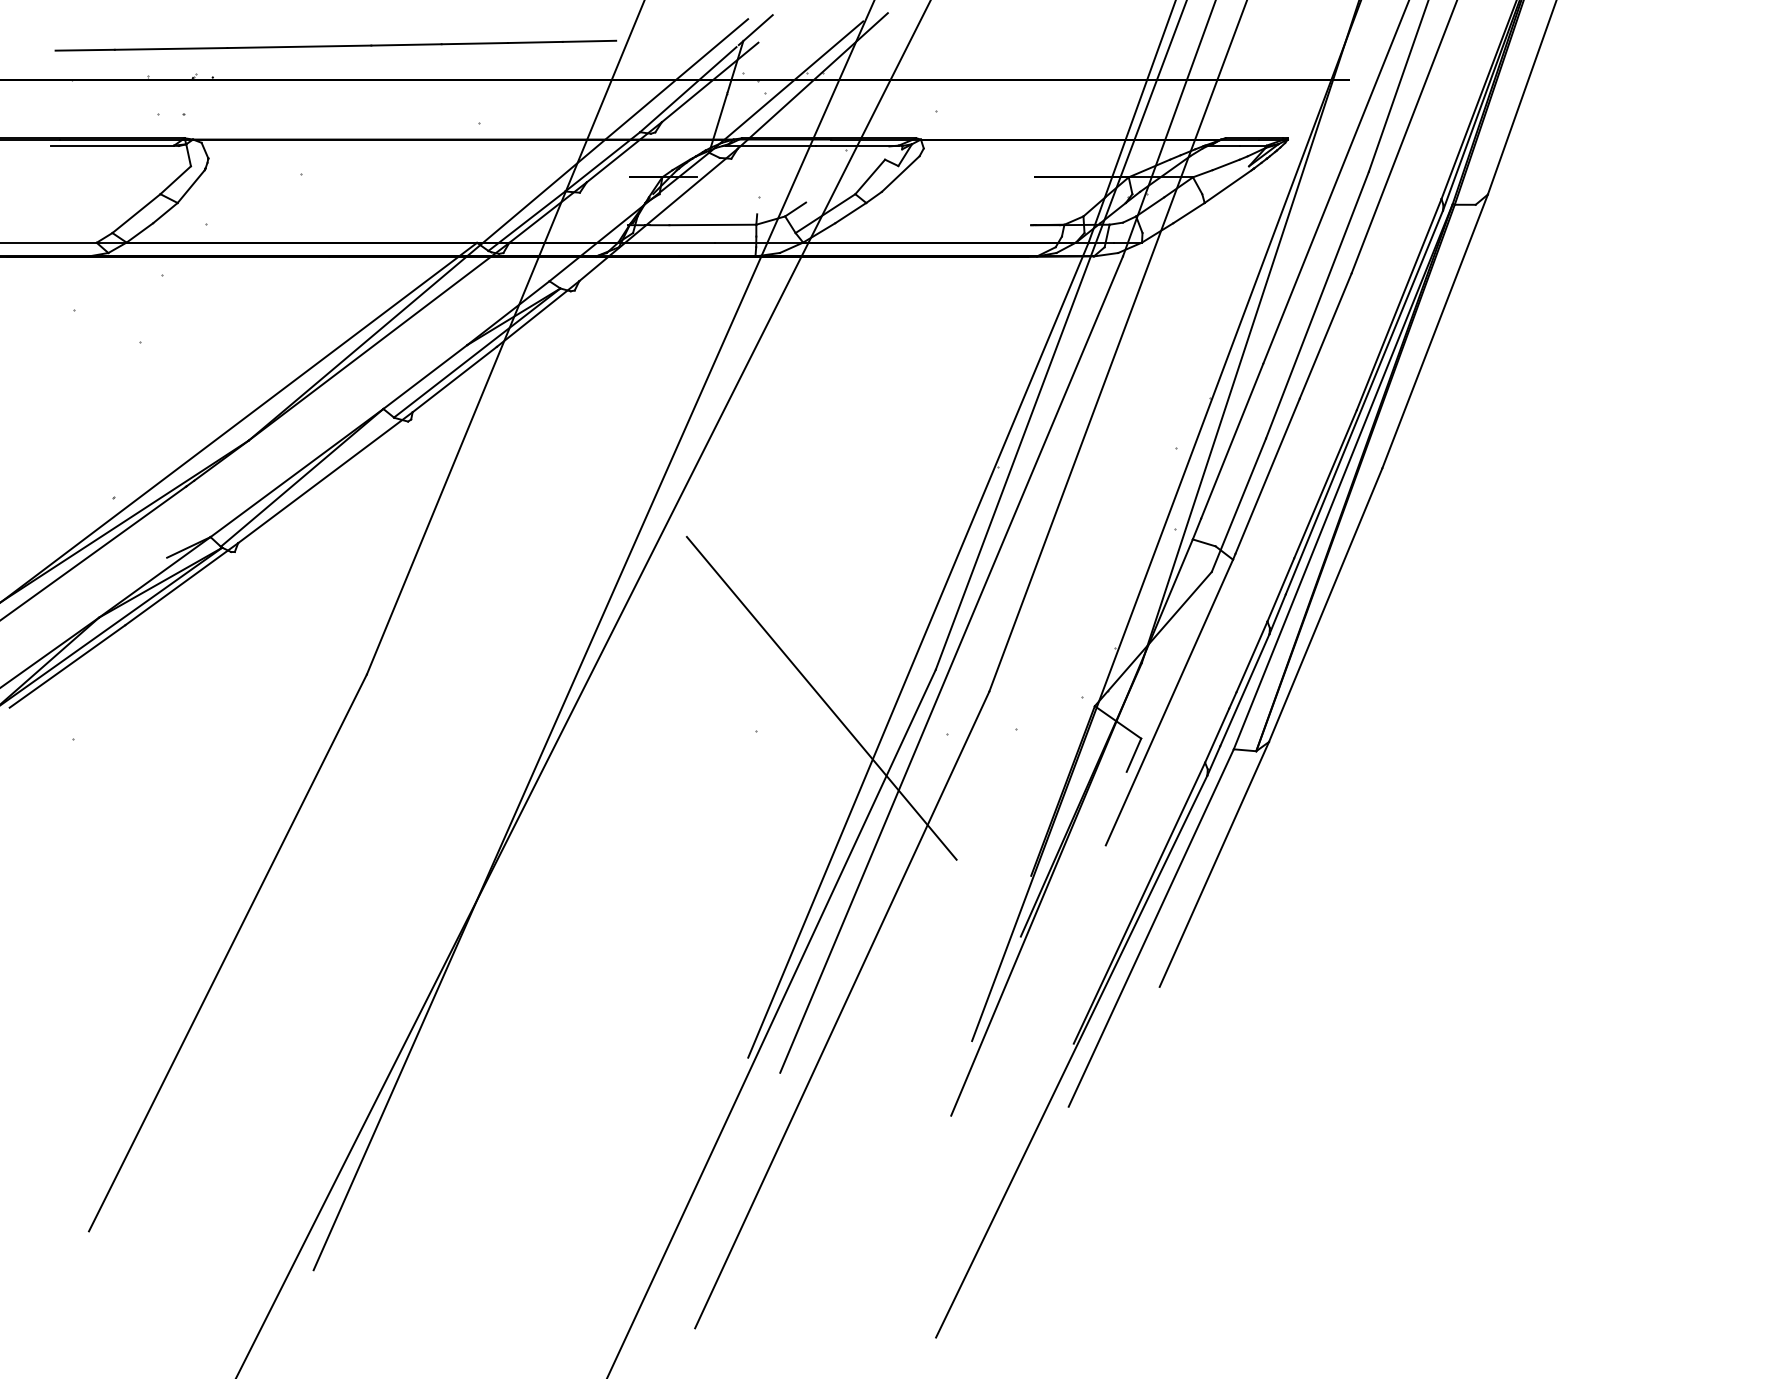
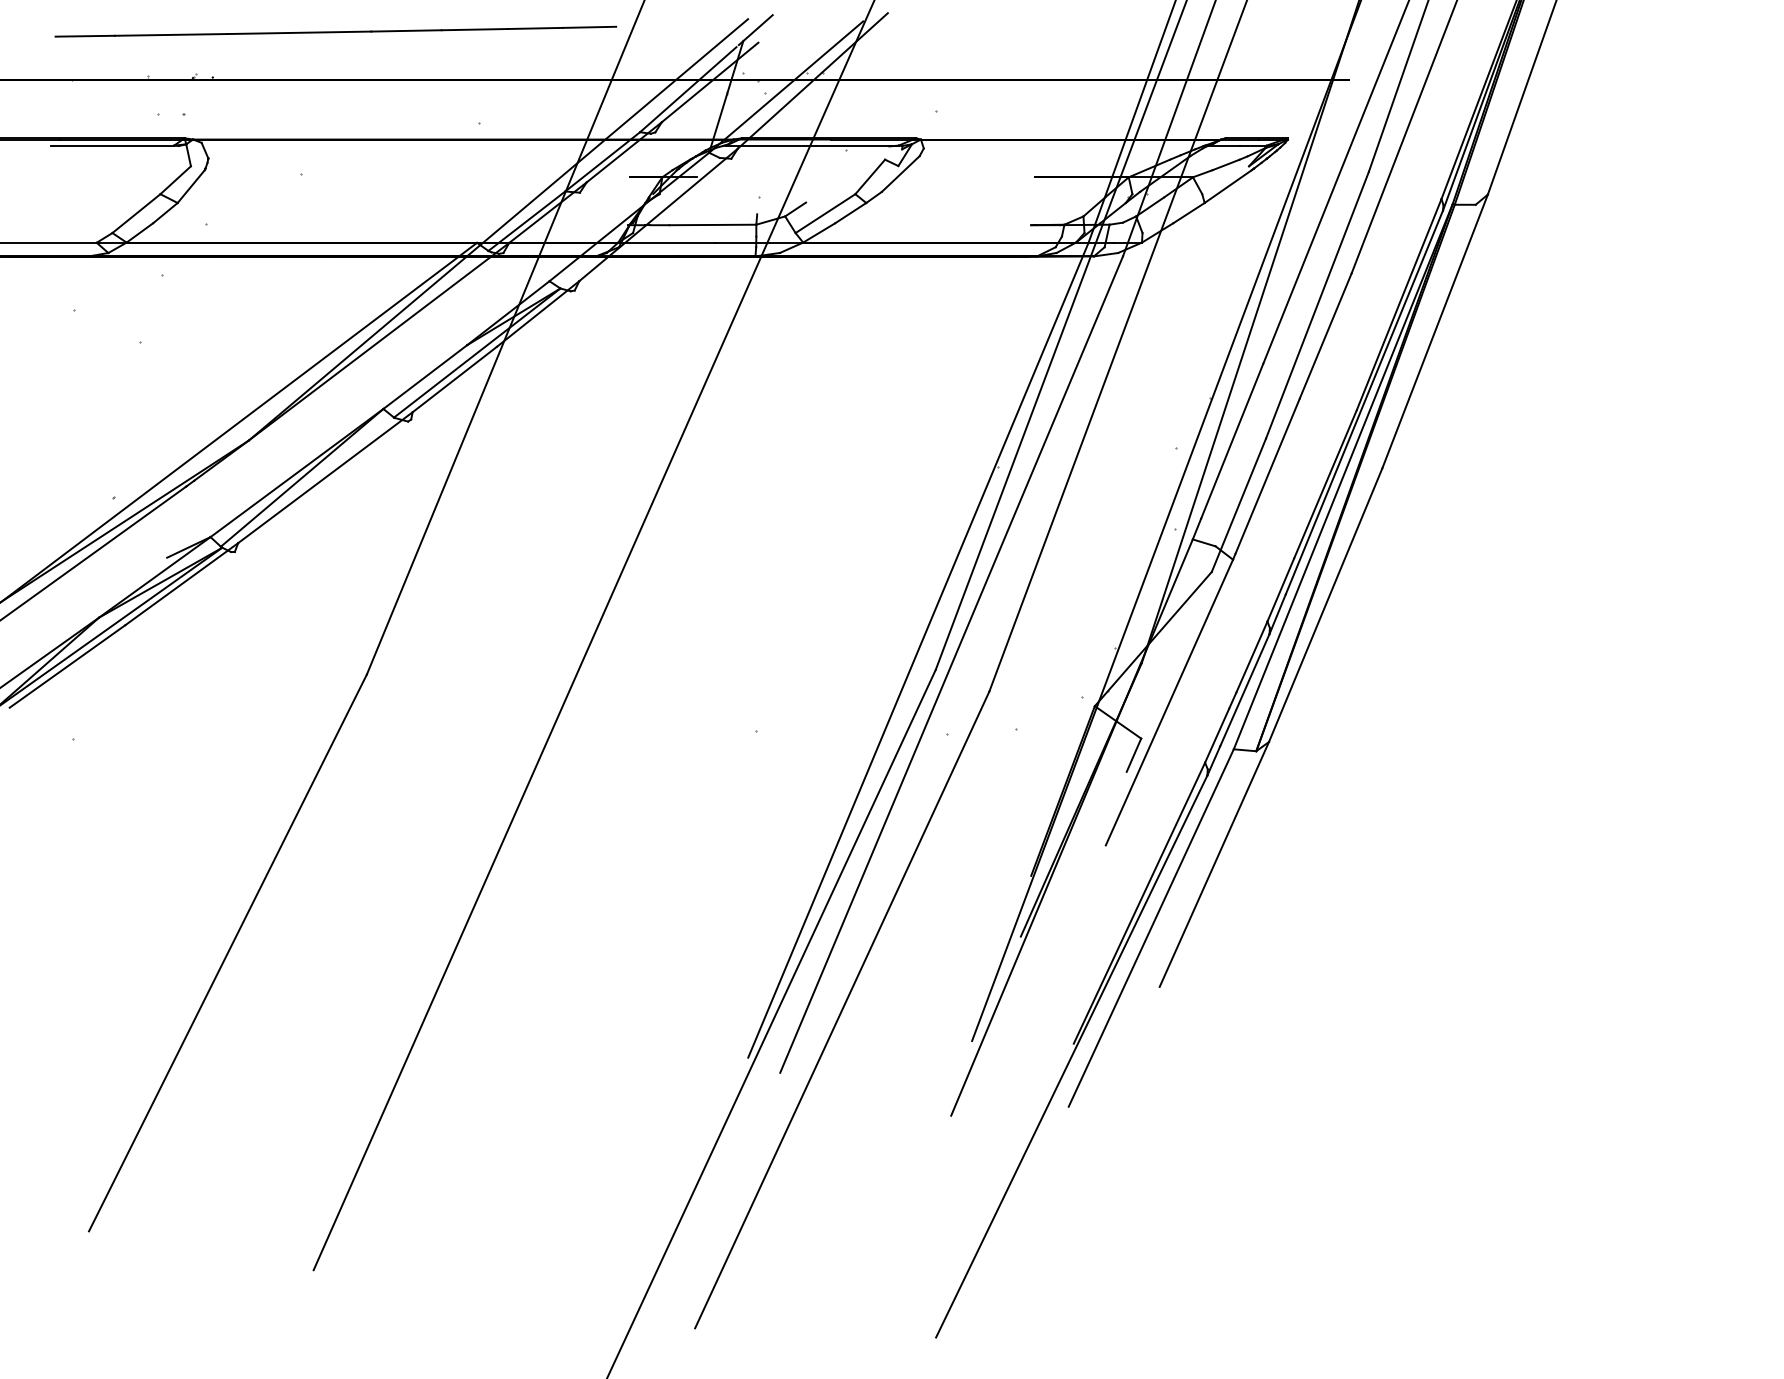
line at (335, 45) position: (335, 45) -> (335, 31)
line at (583, 688): present -> none
line at (821, 697): present -> none
